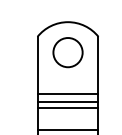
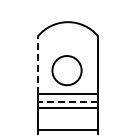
circle at (67, 52) position: (67, 52) -> (66, 70)
line at (37, 65): solid -> dashed
line at (67, 101): solid -> dashed
